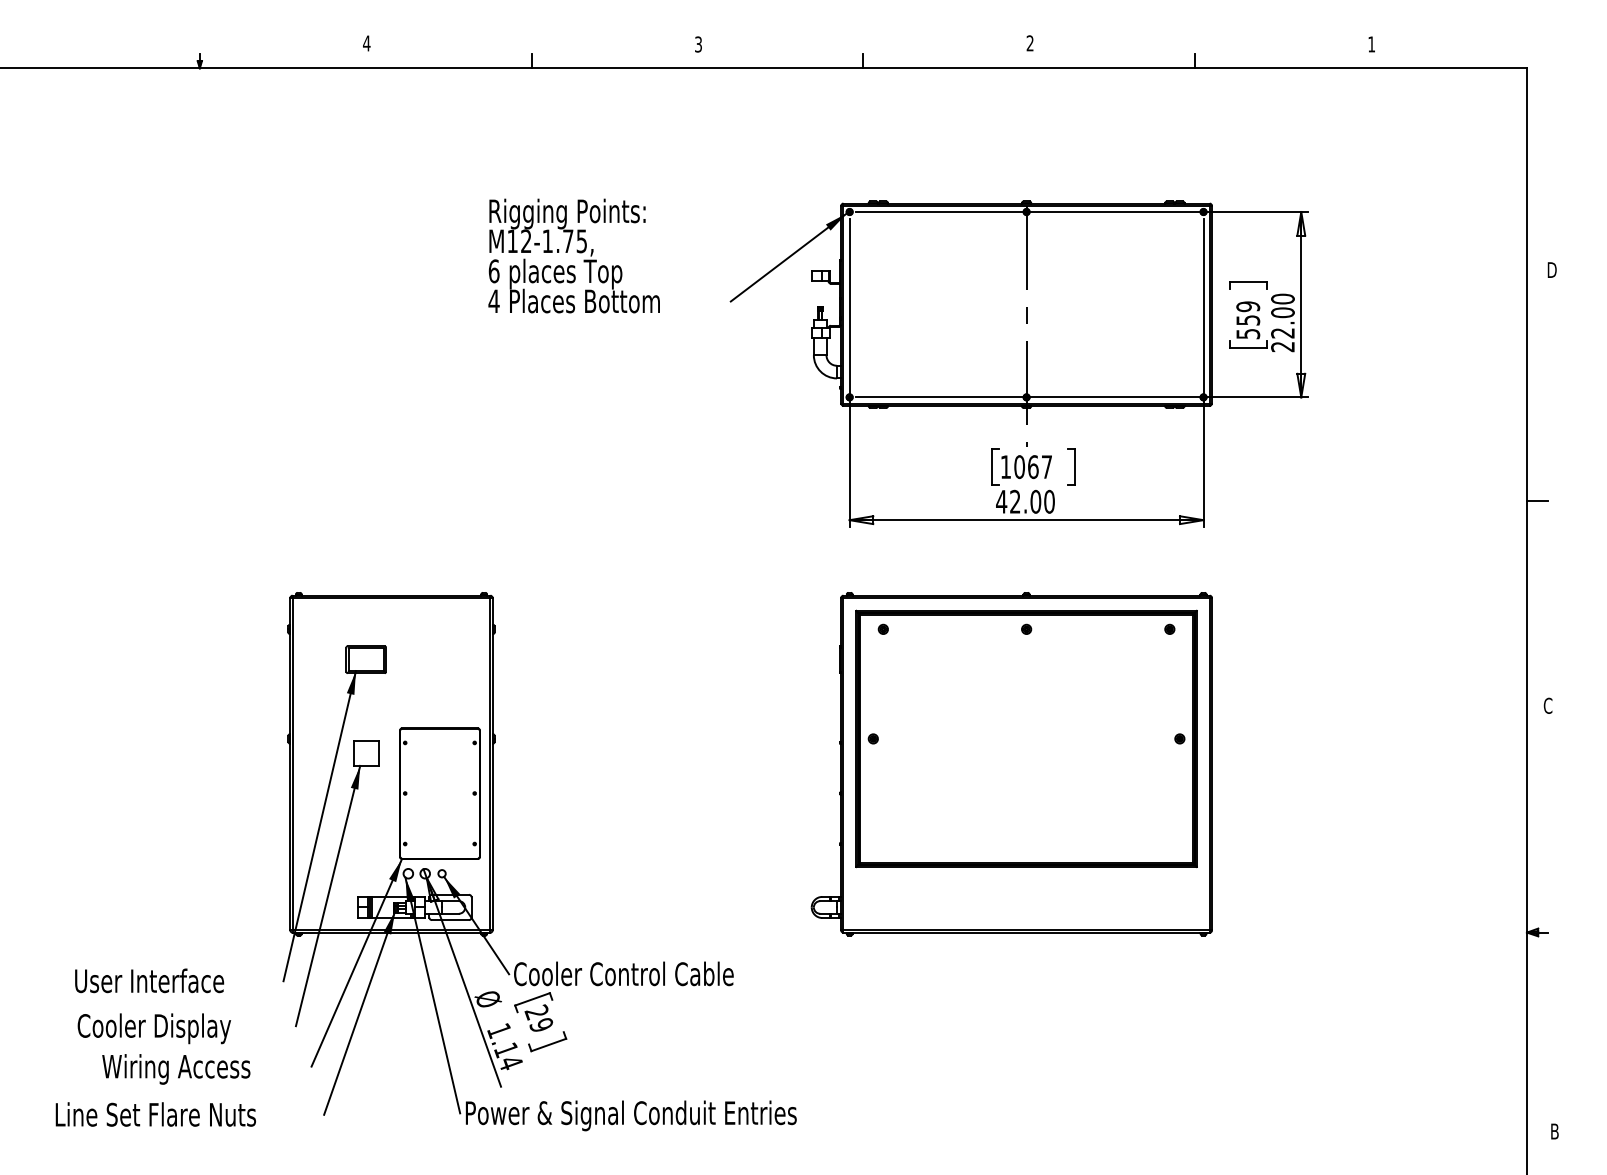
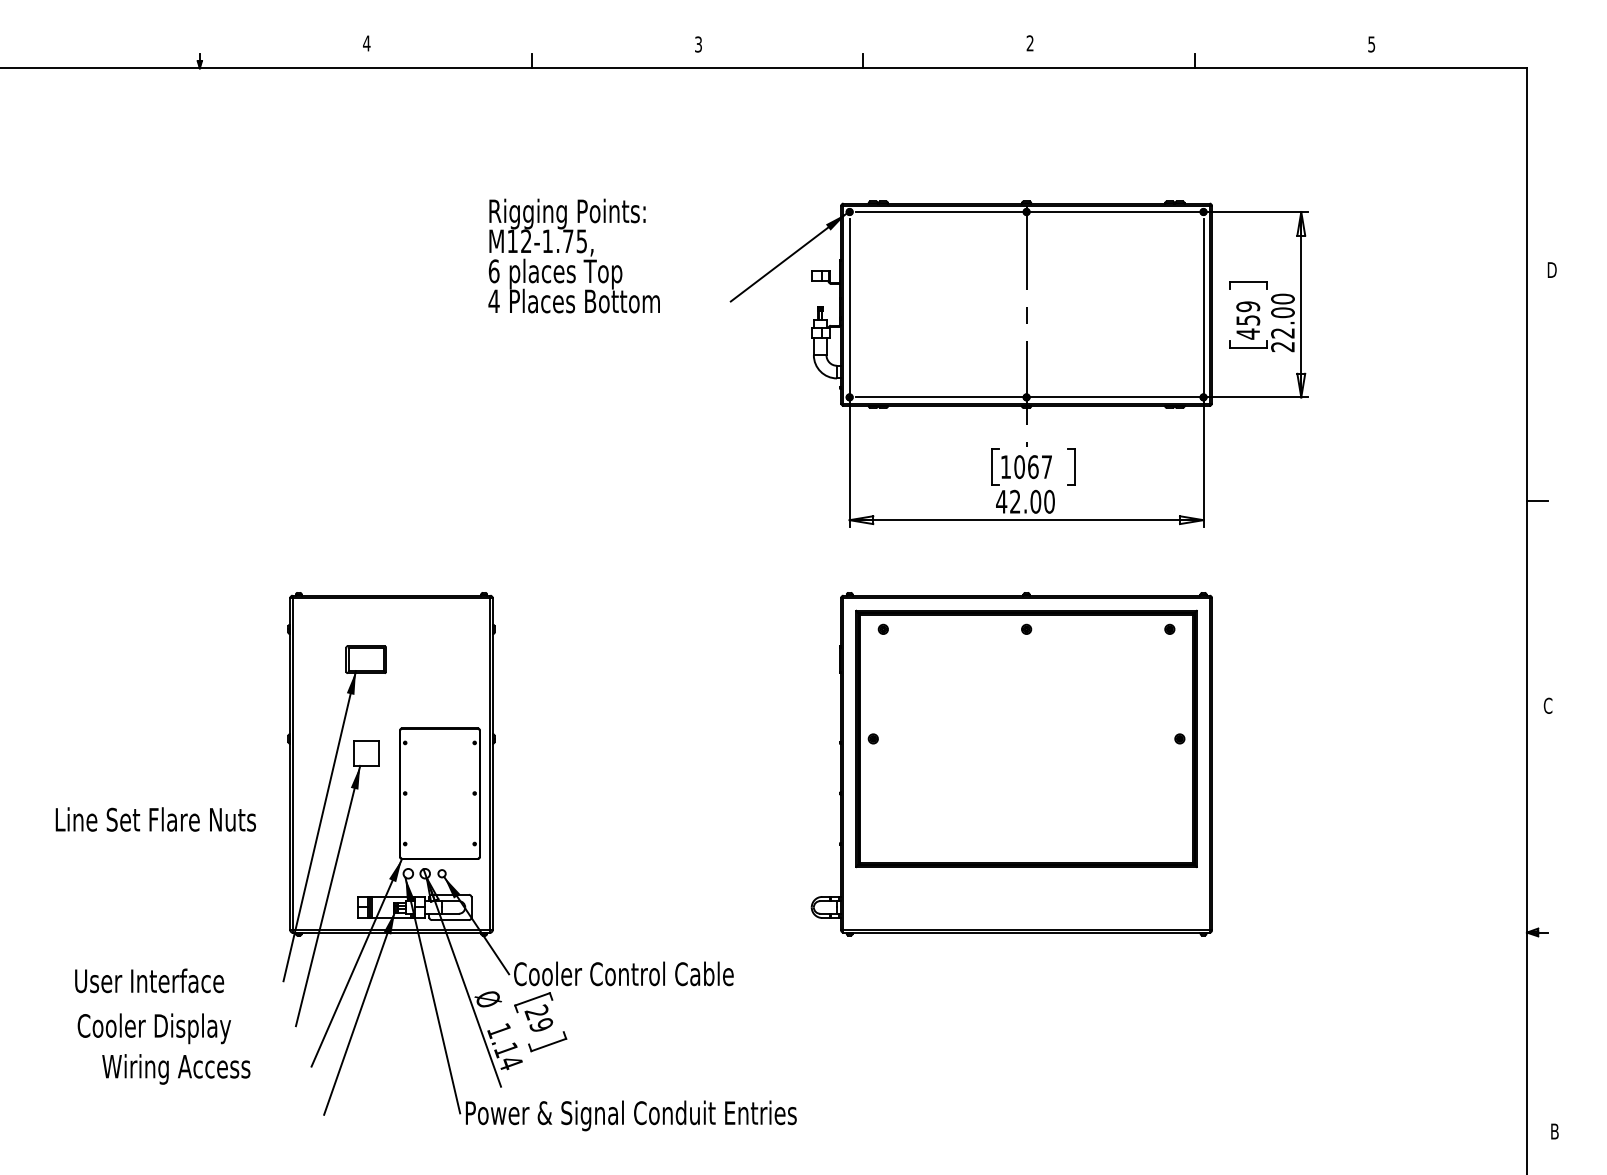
text at (1371, 44): 1 -> 5
text at (1248, 333): 559 -> 459
text at (155, 1114) position: (155, 1114) -> (155, 819)
